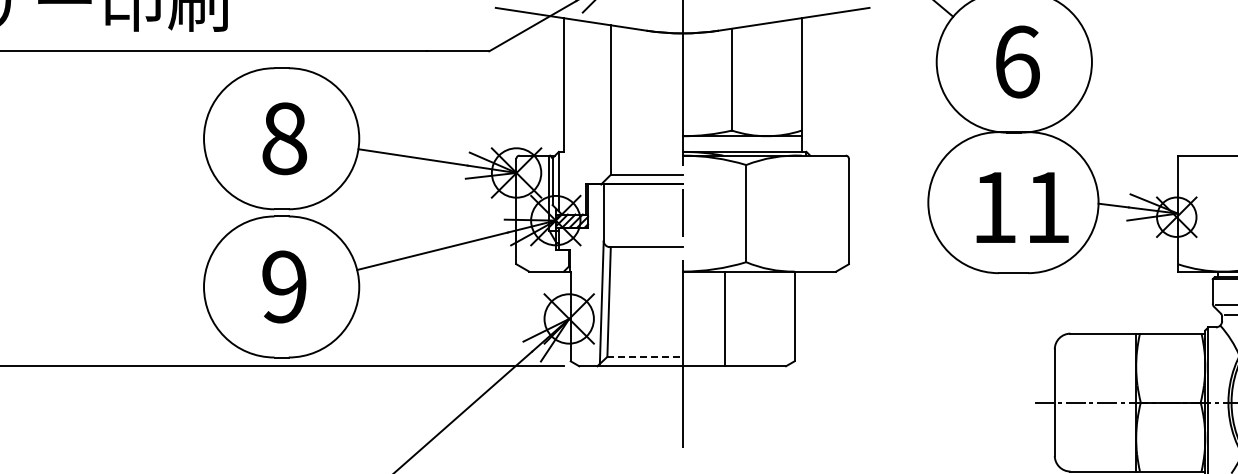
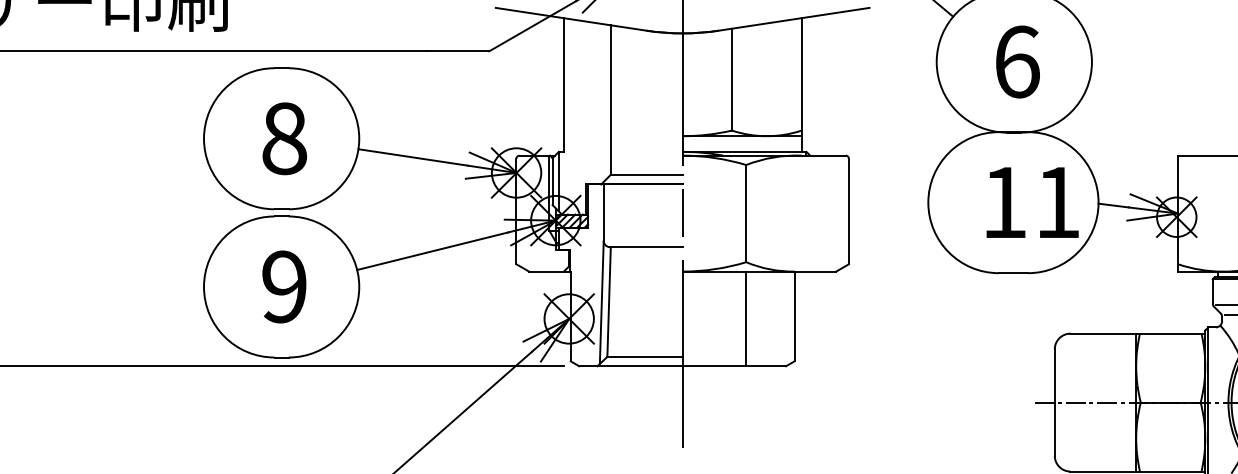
text at (1022, 207) position: (1022, 207) -> (1032, 202)
line at (725, 319) position: (725, 319) -> (746, 319)
line at (645, 356): dashed -> solid
